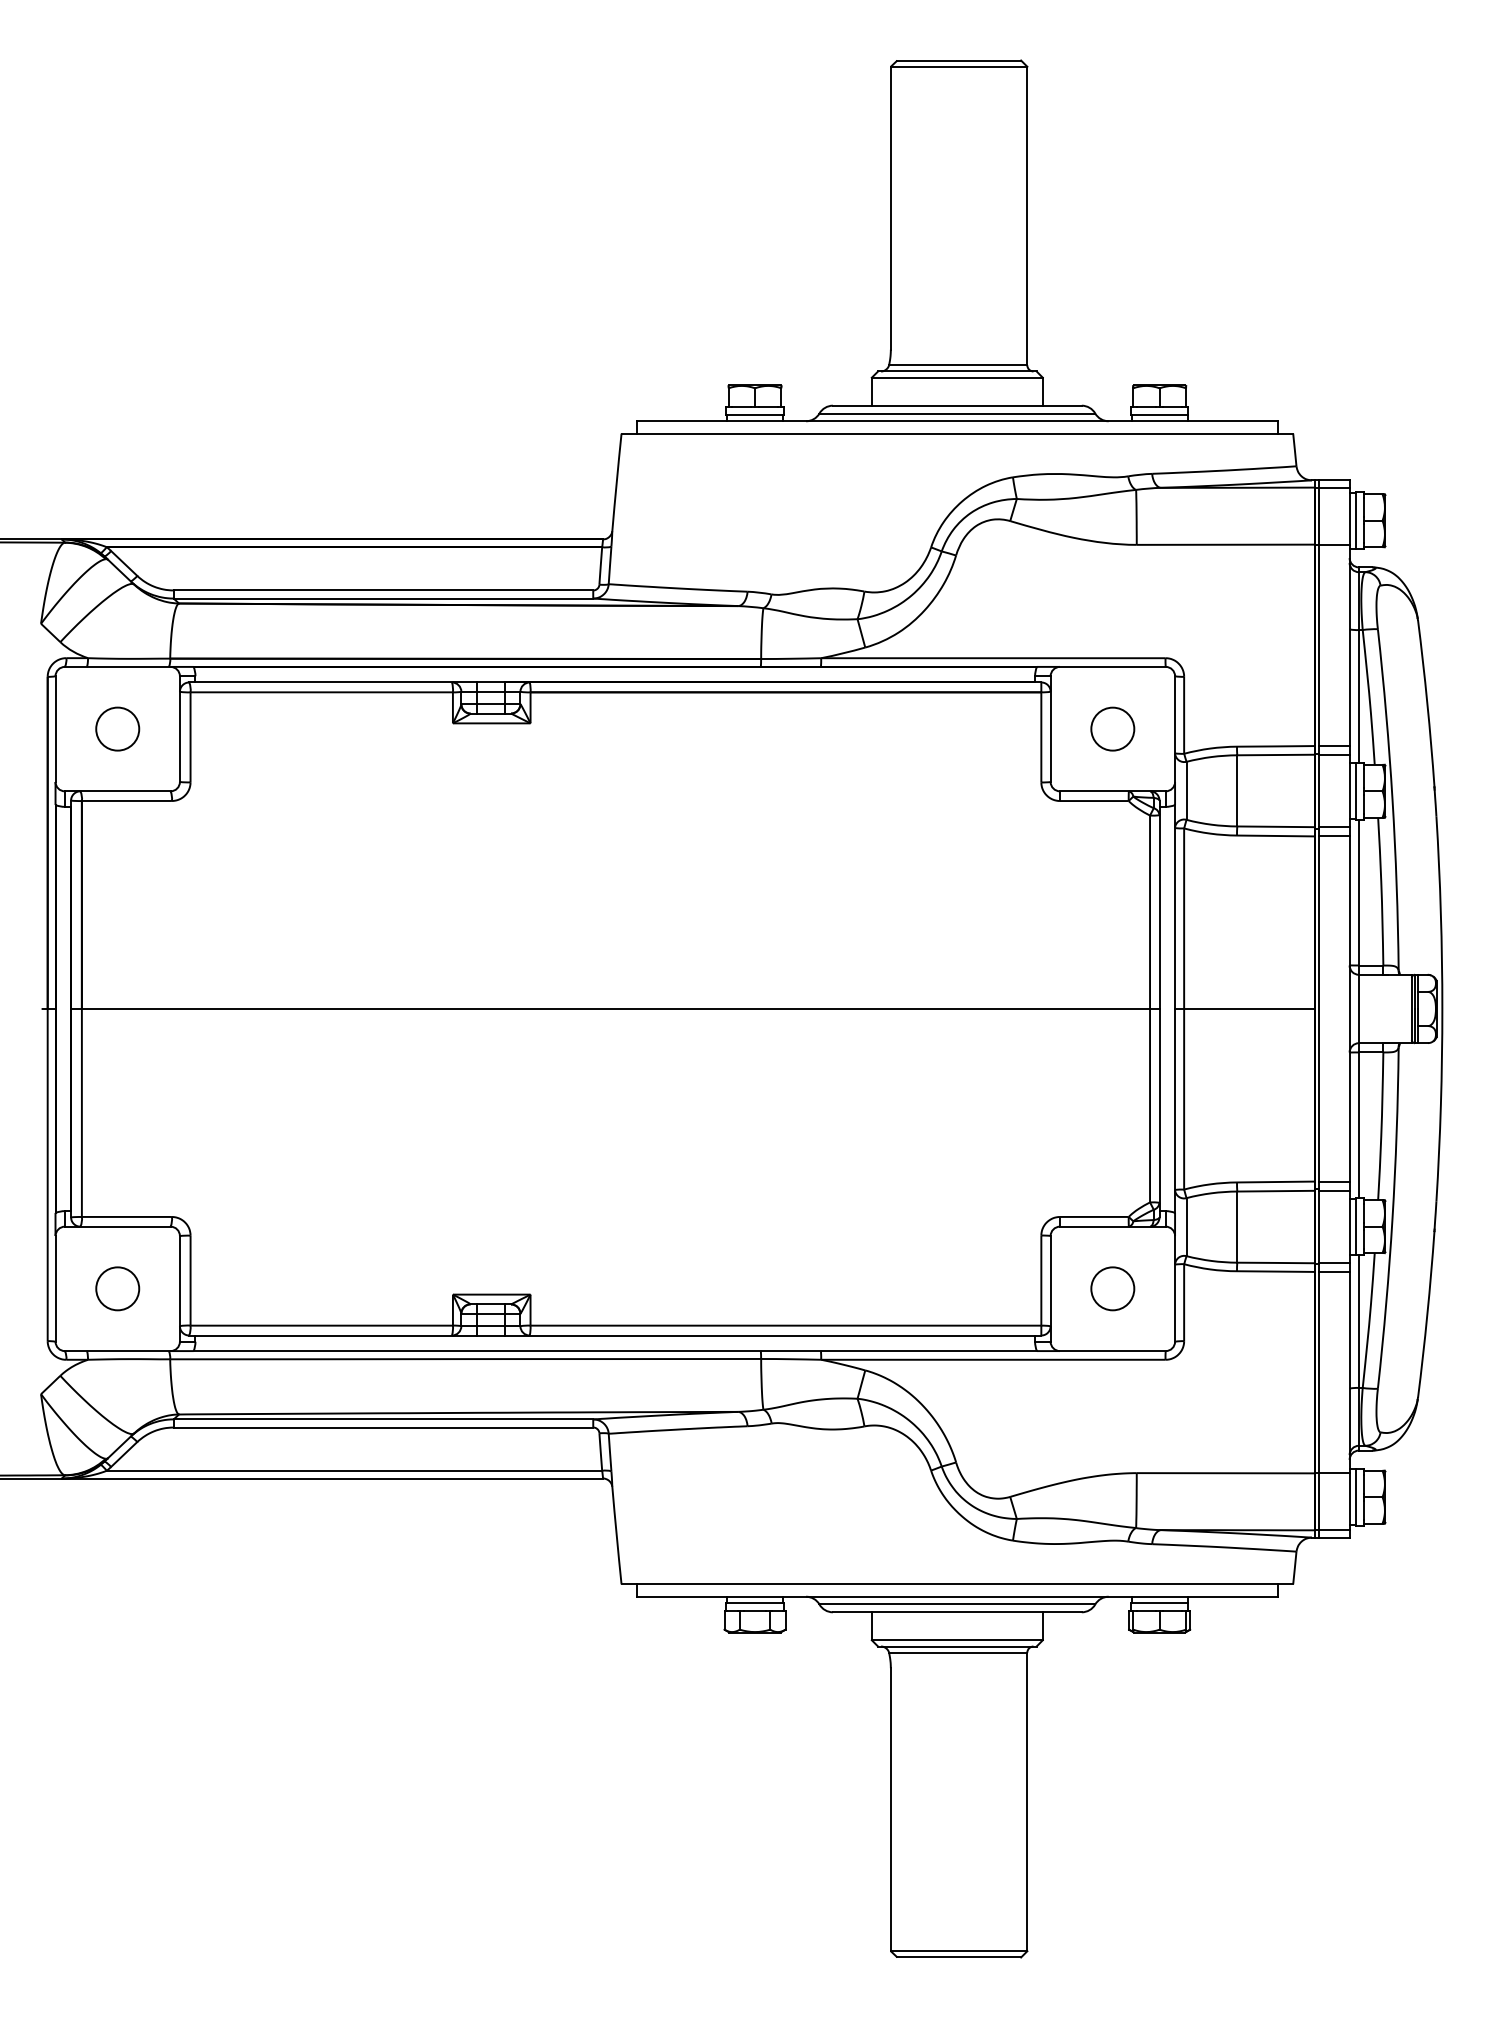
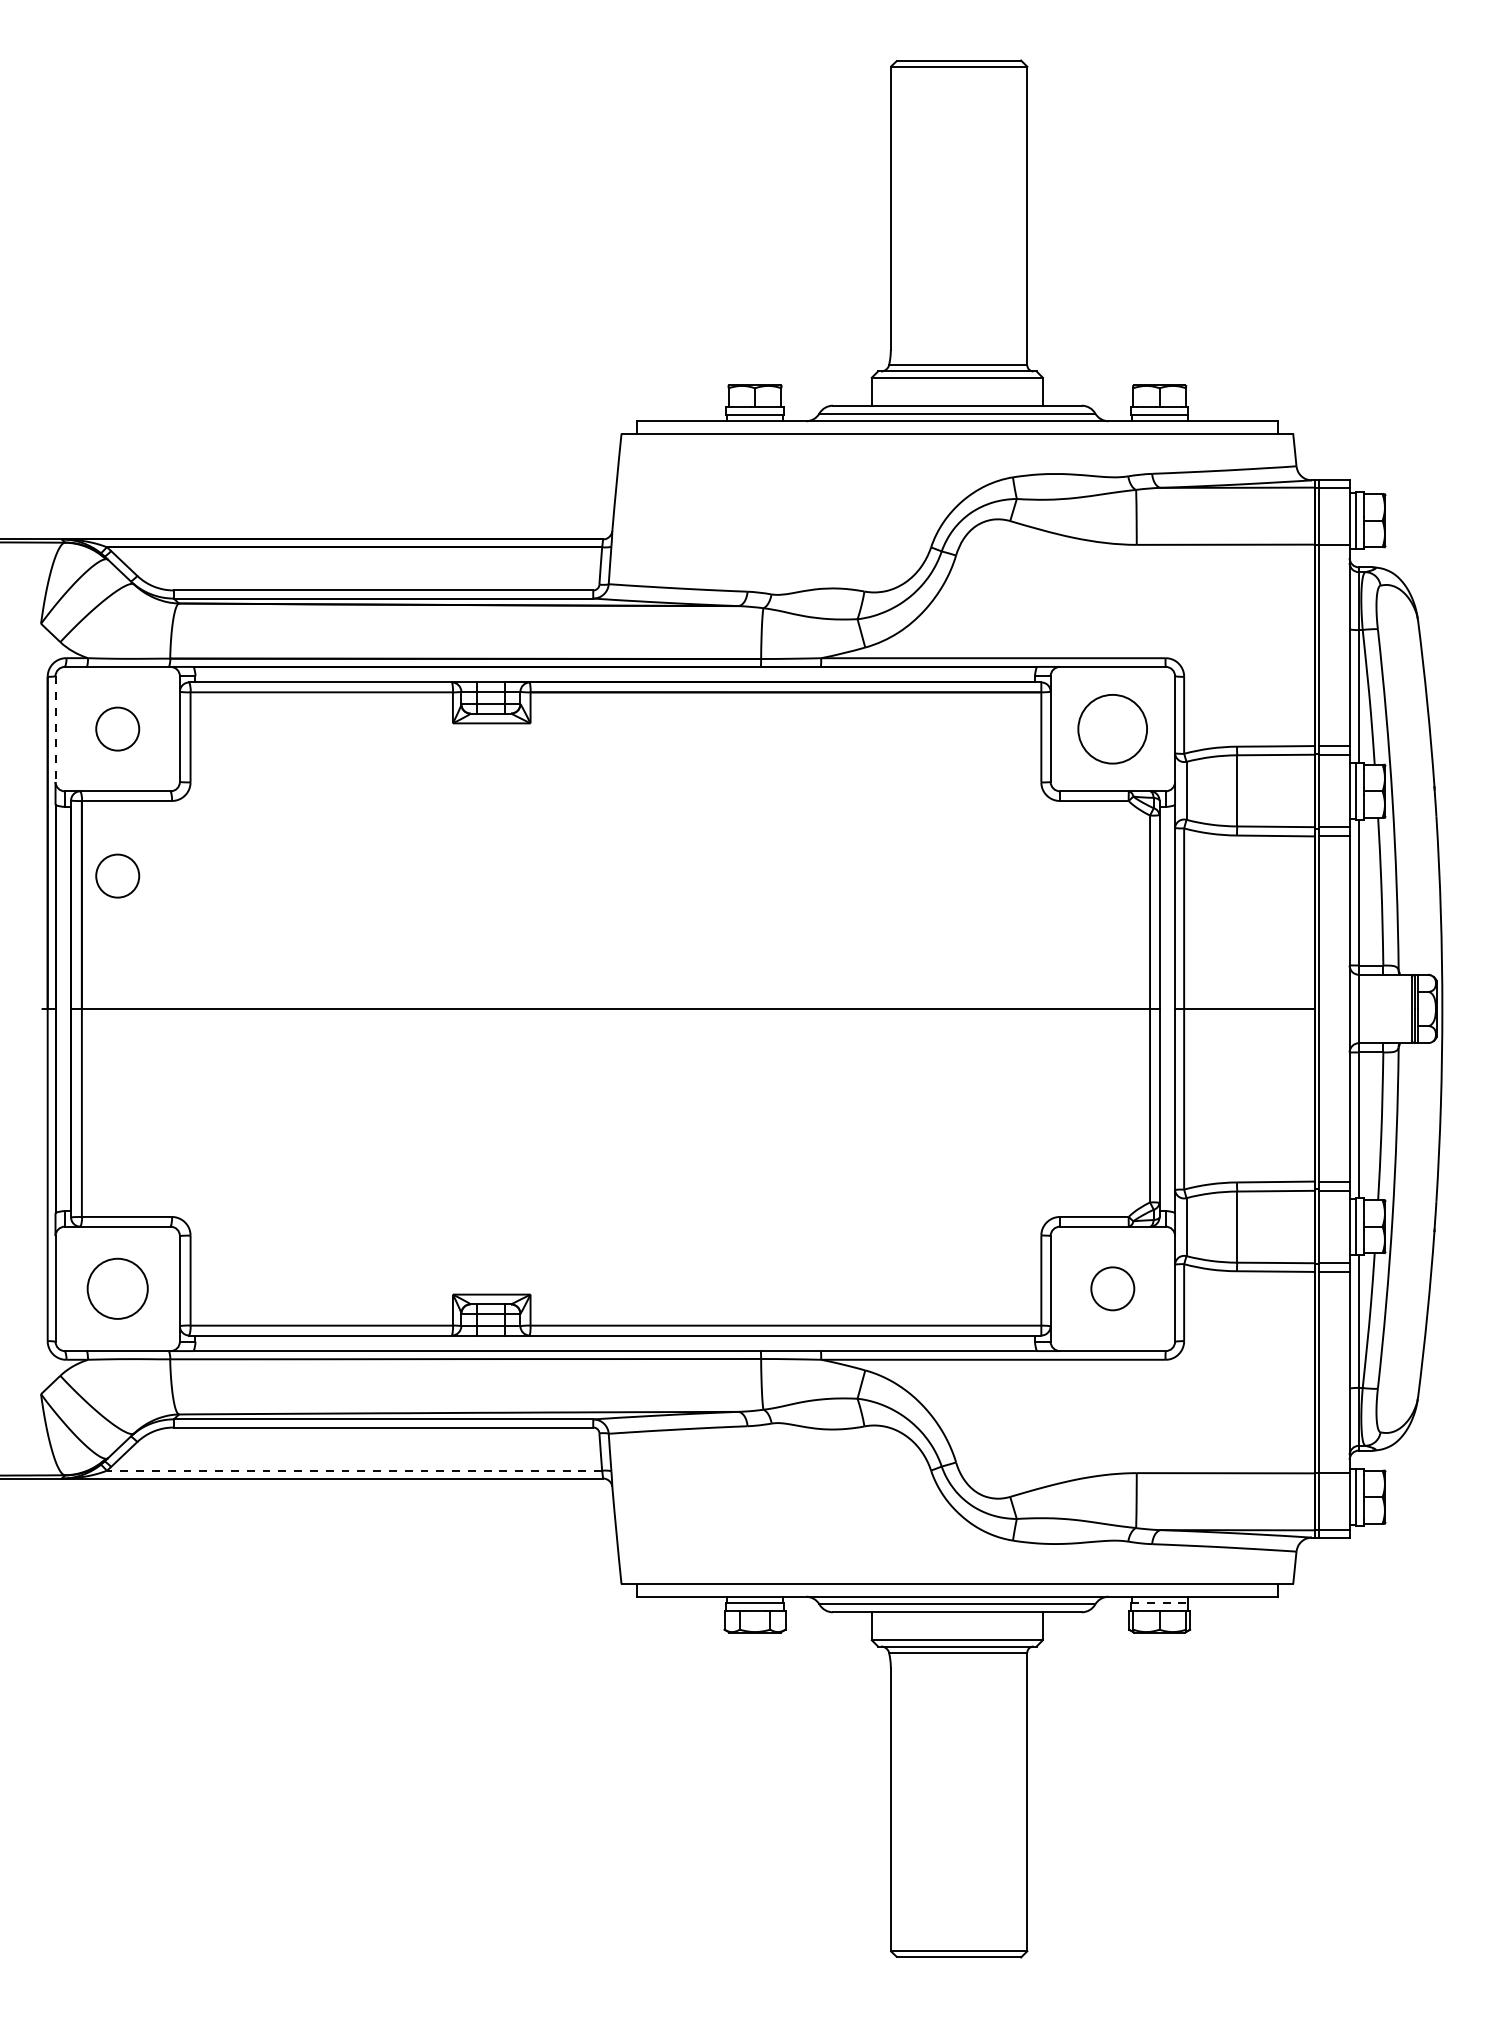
circle at (1112, 728) size: 46x46 px -> 71x71 px
line at (55, 729): solid -> dashed
circle at (117, 875): none -> present
circle at (117, 1288) diameter: 43 px -> 60 px
line at (354, 1470): solid -> dashed
line at (1159, 1602): solid -> dashed
